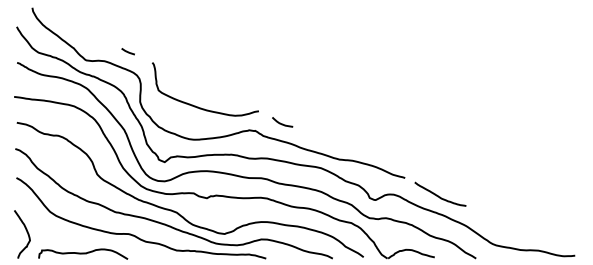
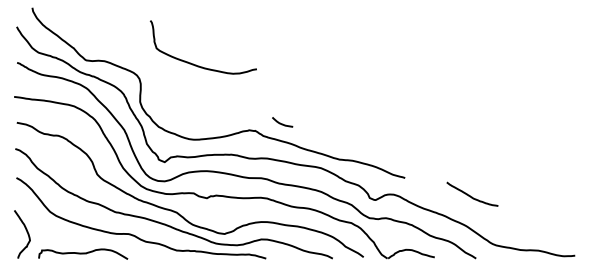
line at (127, 51): present -> none
curve at (198, 106) position: (198, 106) -> (196, 64)
curve at (438, 195) position: (438, 195) -> (470, 195)
